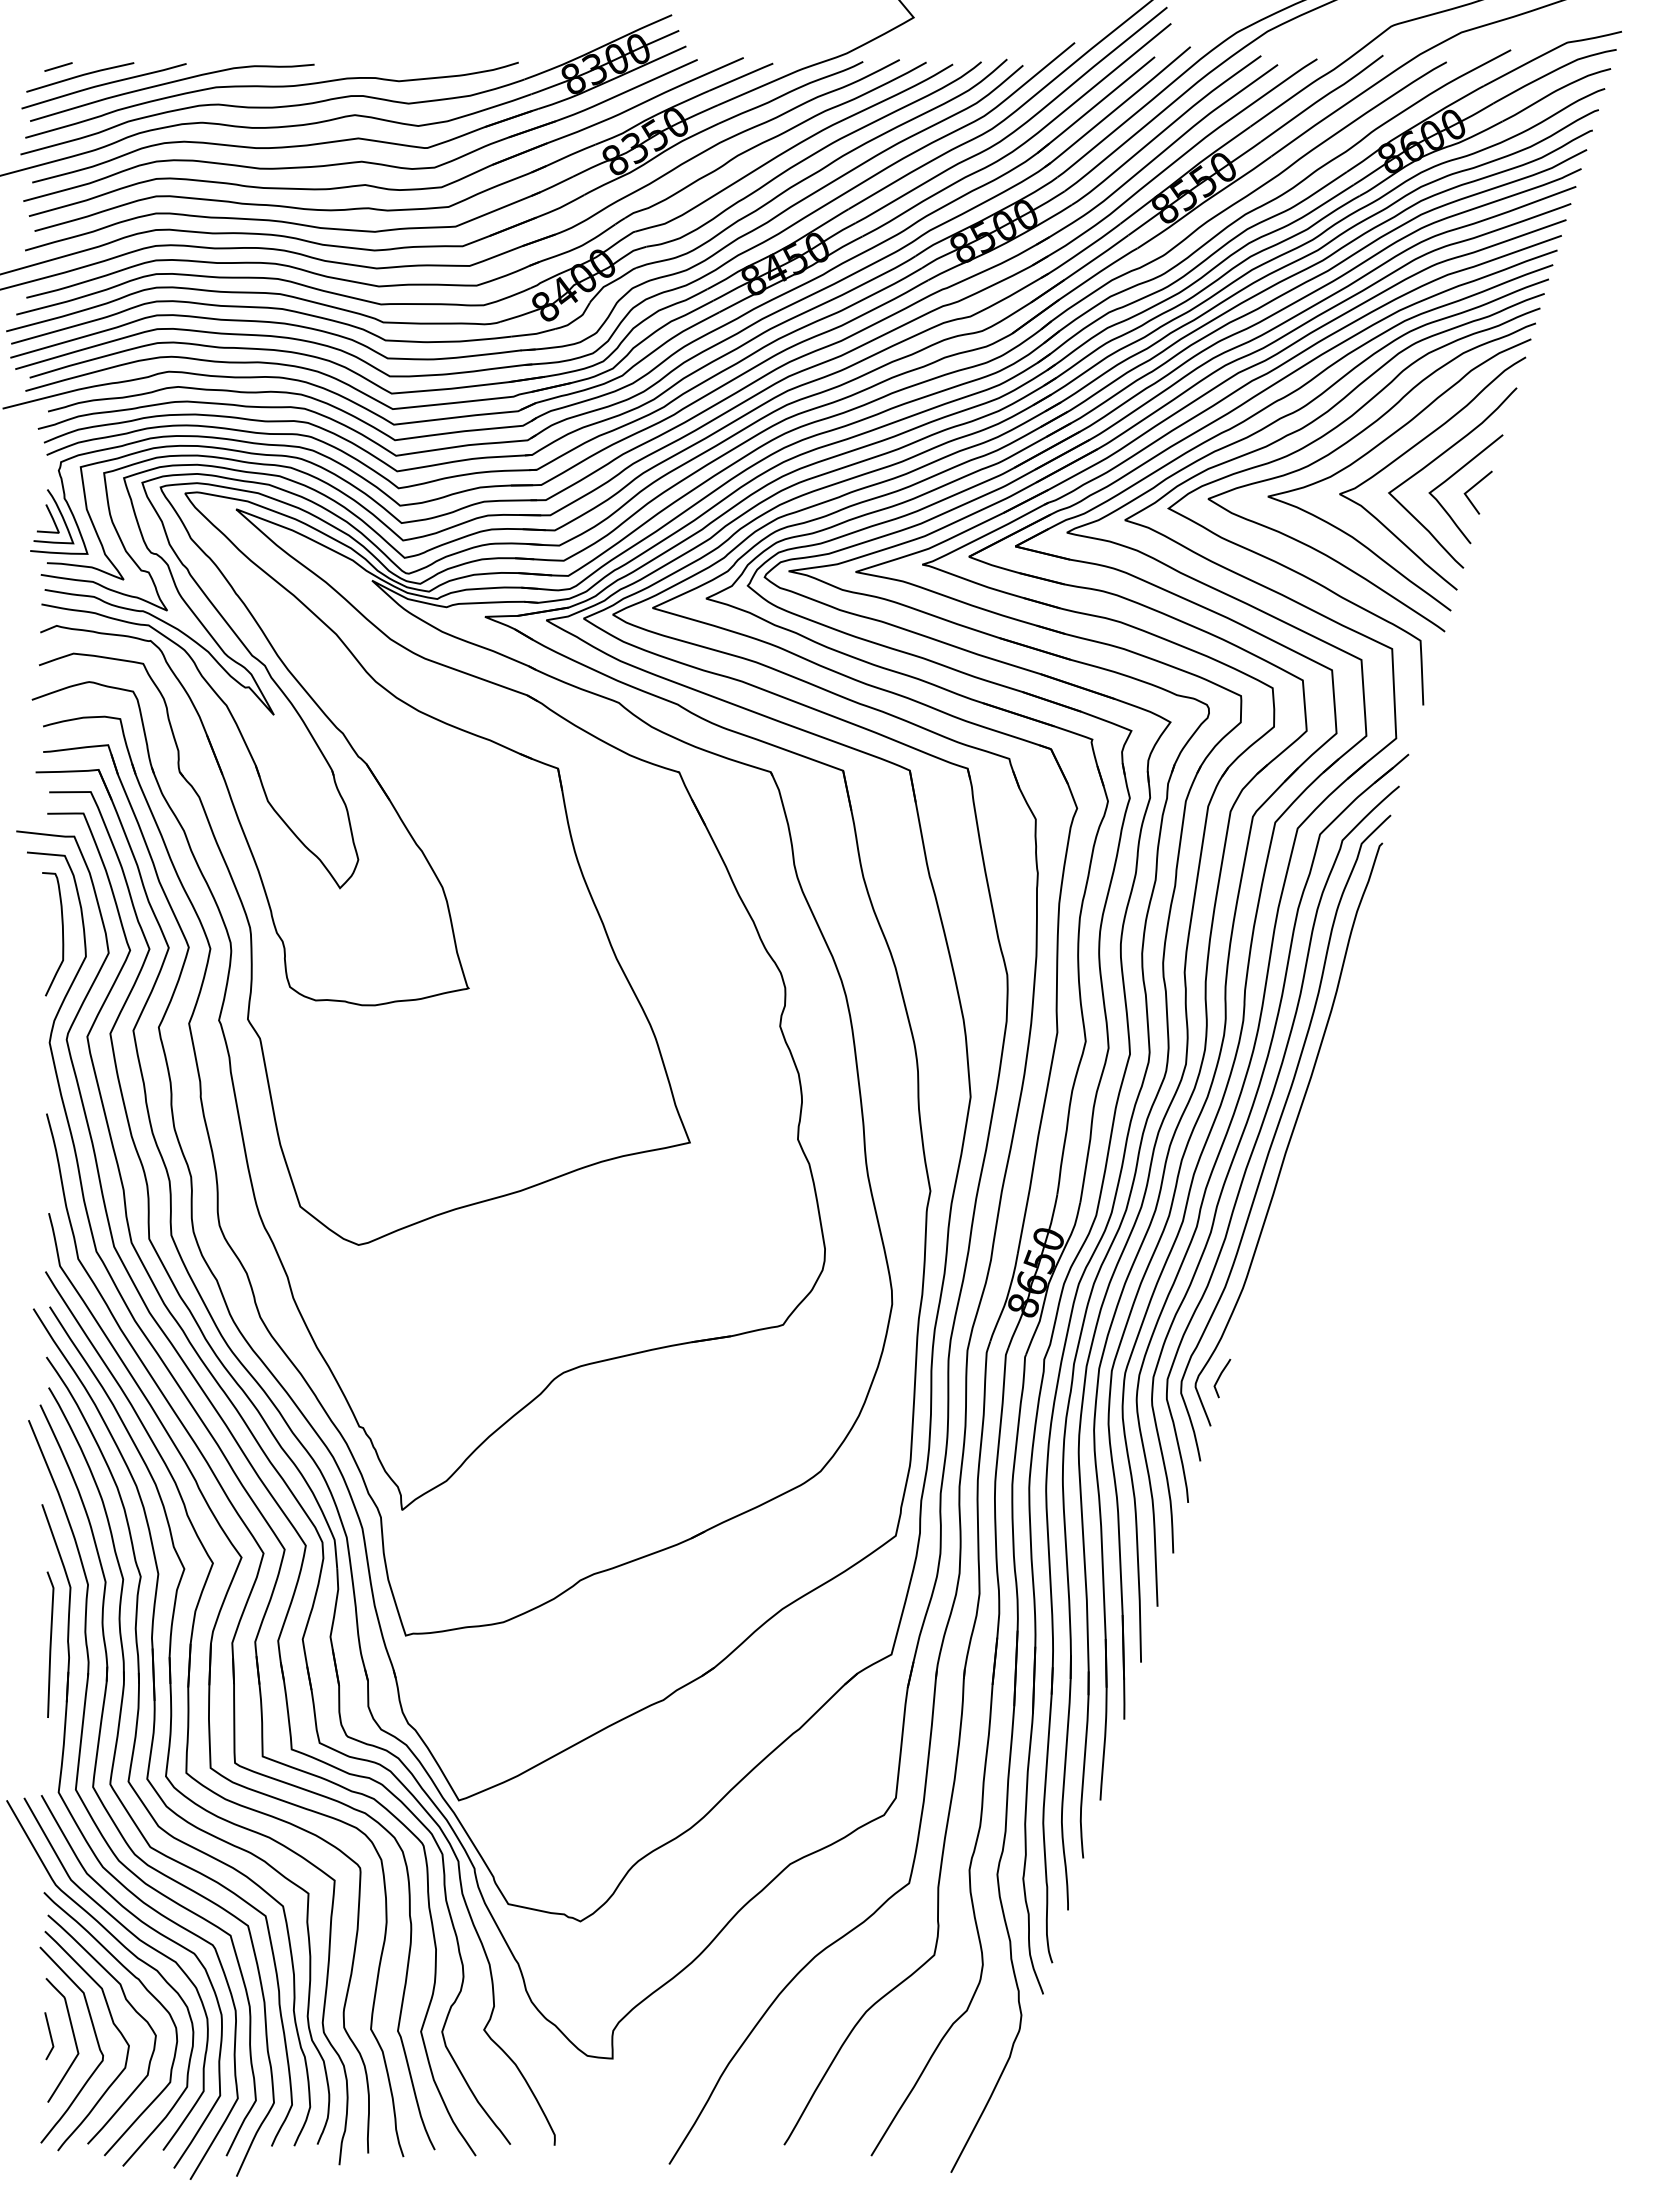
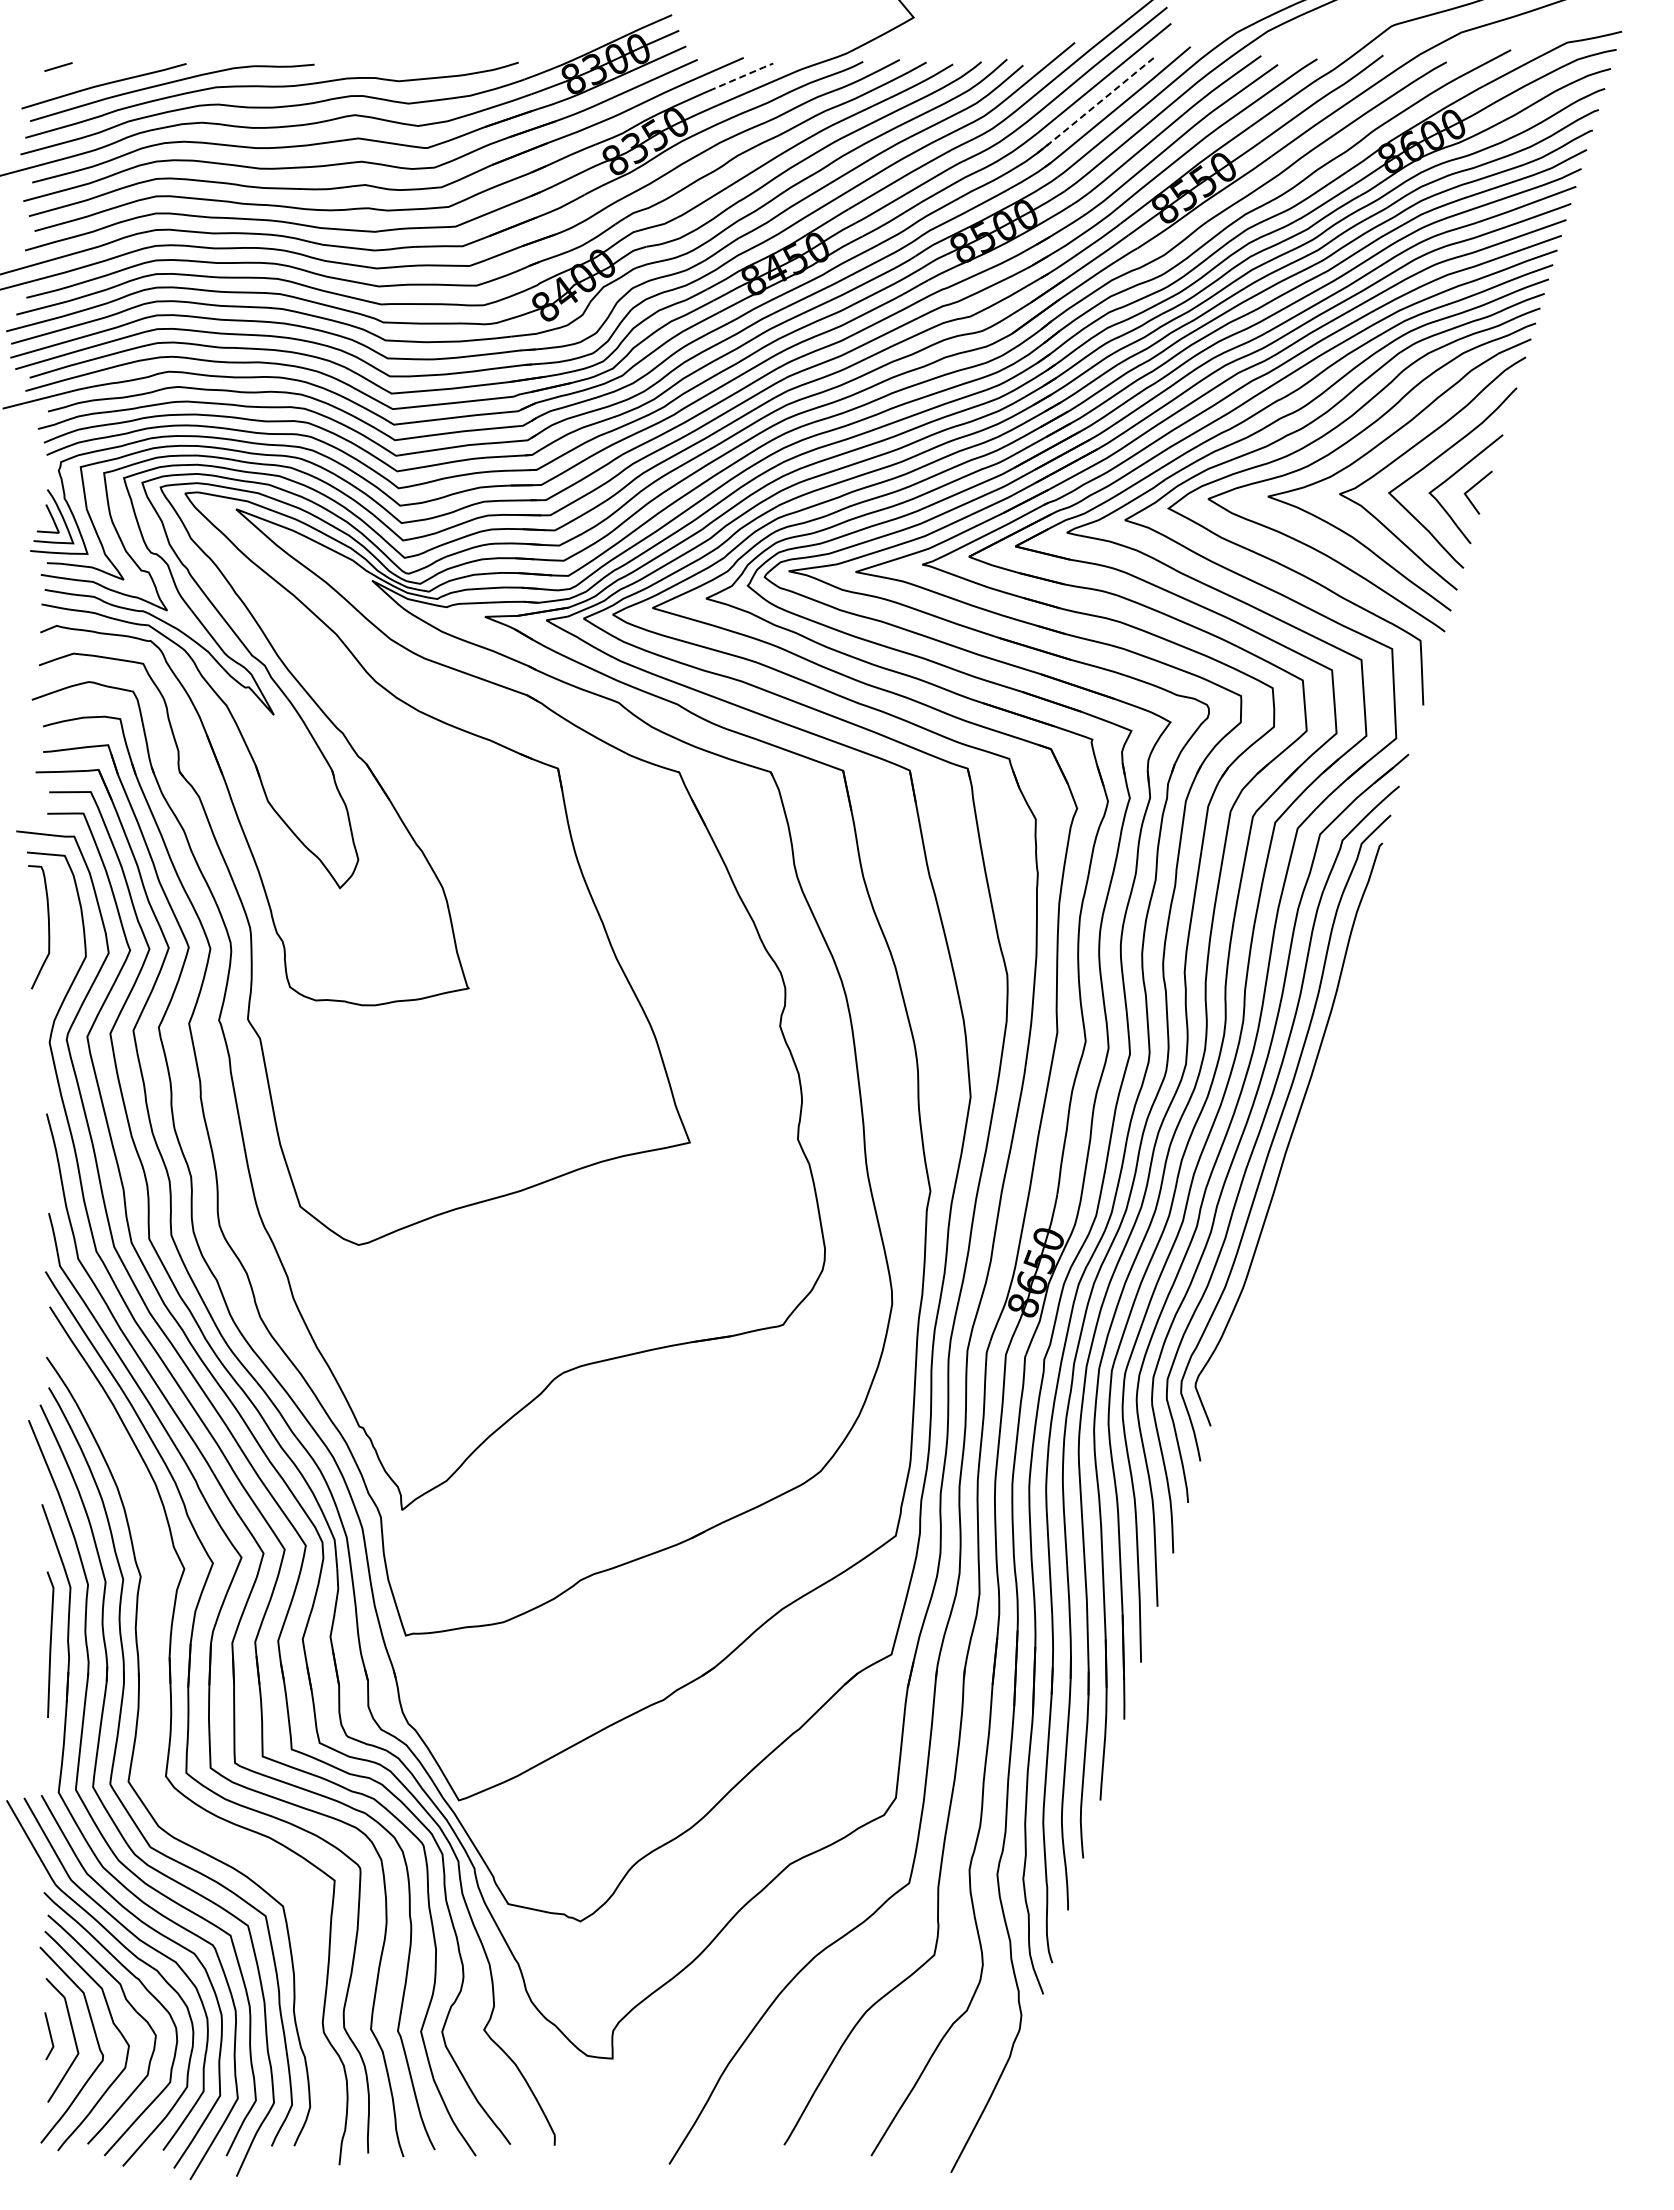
line at (80, 76): present -> none
line at (741, 76): solid -> dashed
line at (1095, 105): solid -> dashed
curve at (62, 934) position: (62, 934) -> (48, 927)
curve at (1220, 1377): present -> none
part at (155, 1724): present -> none
